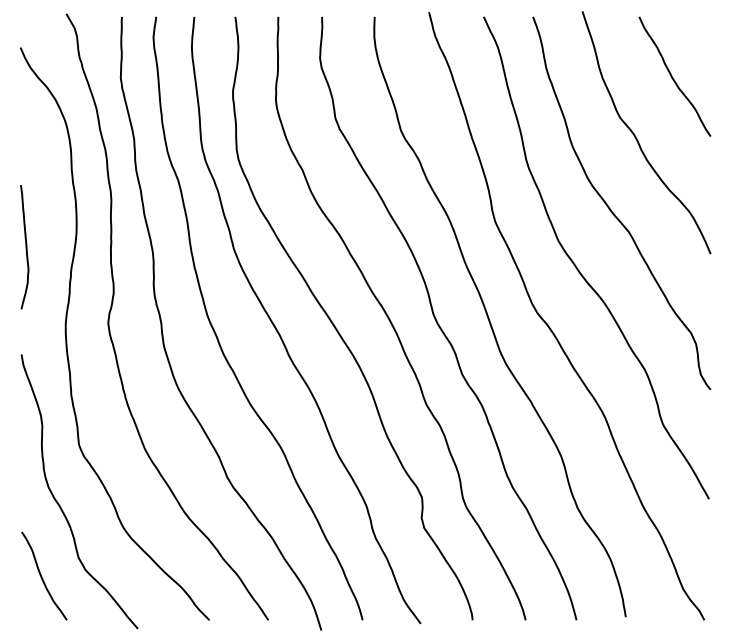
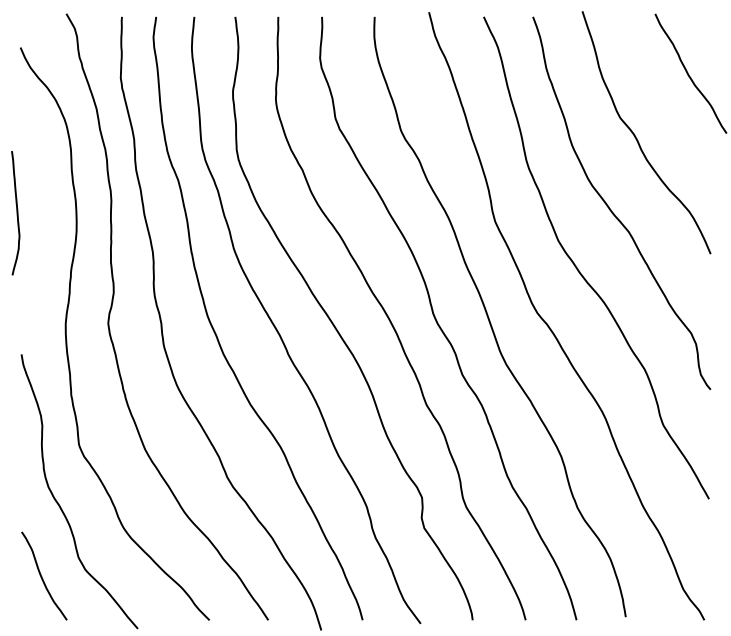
curve at (673, 77) position: (673, 77) -> (689, 74)
curve at (25, 247) position: (25, 247) -> (16, 213)
